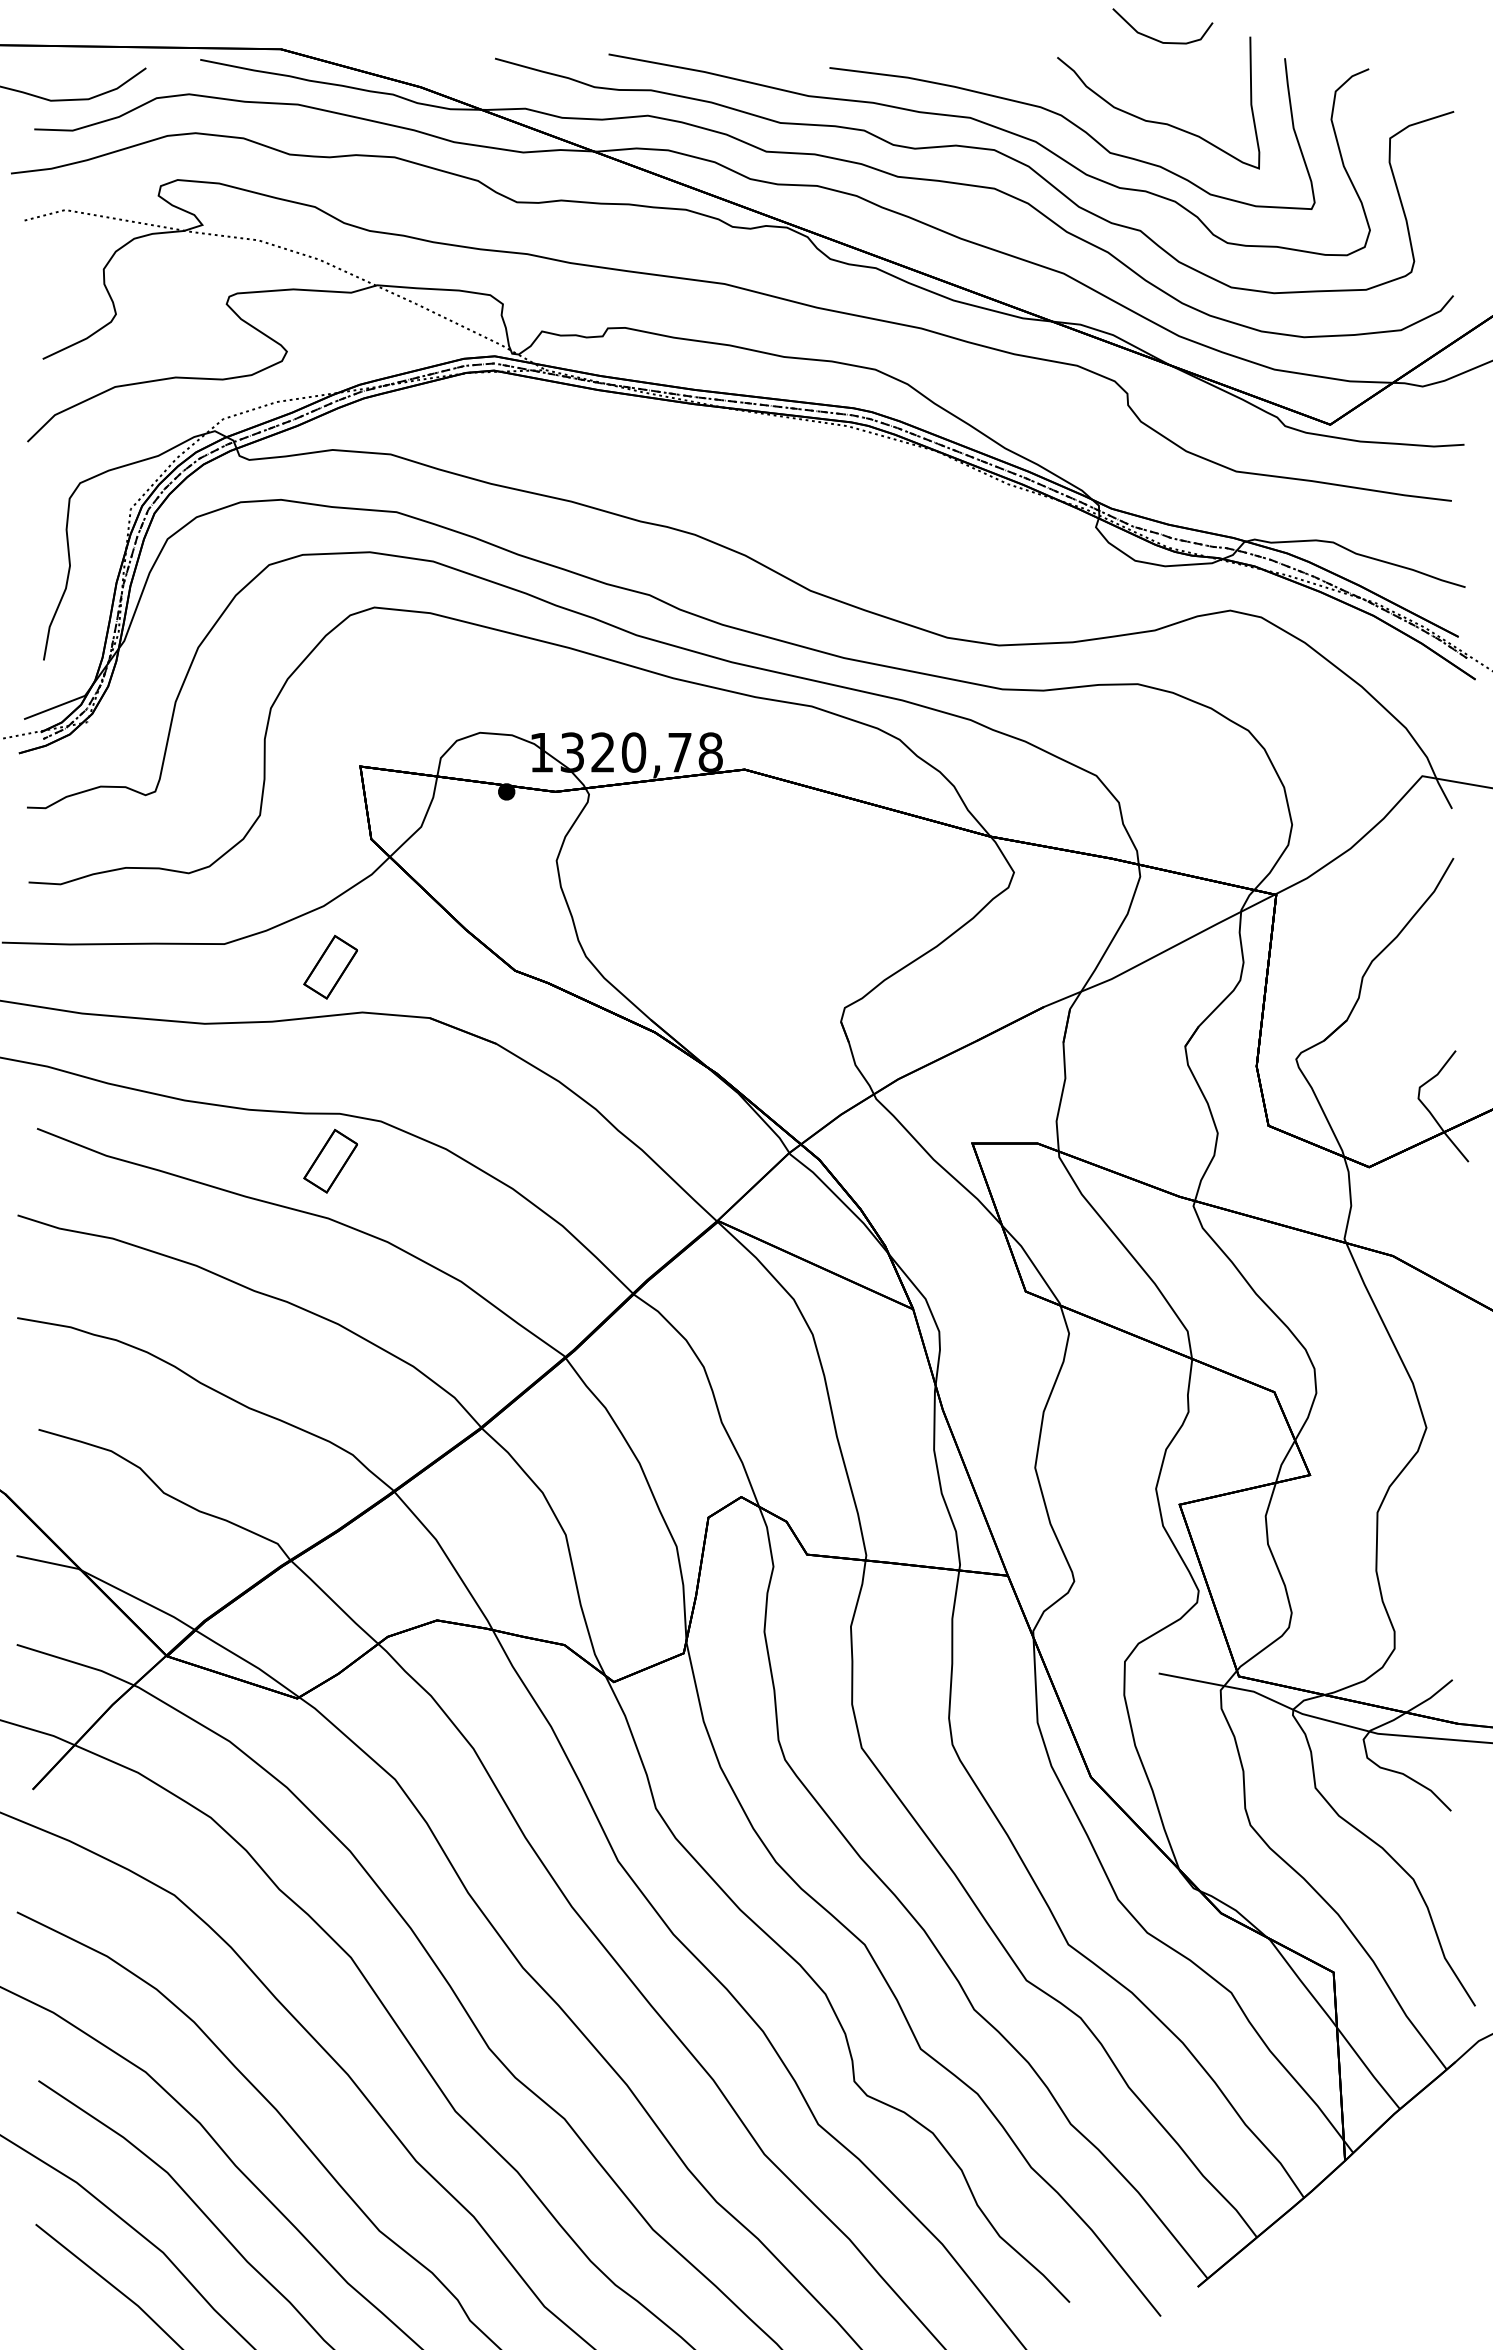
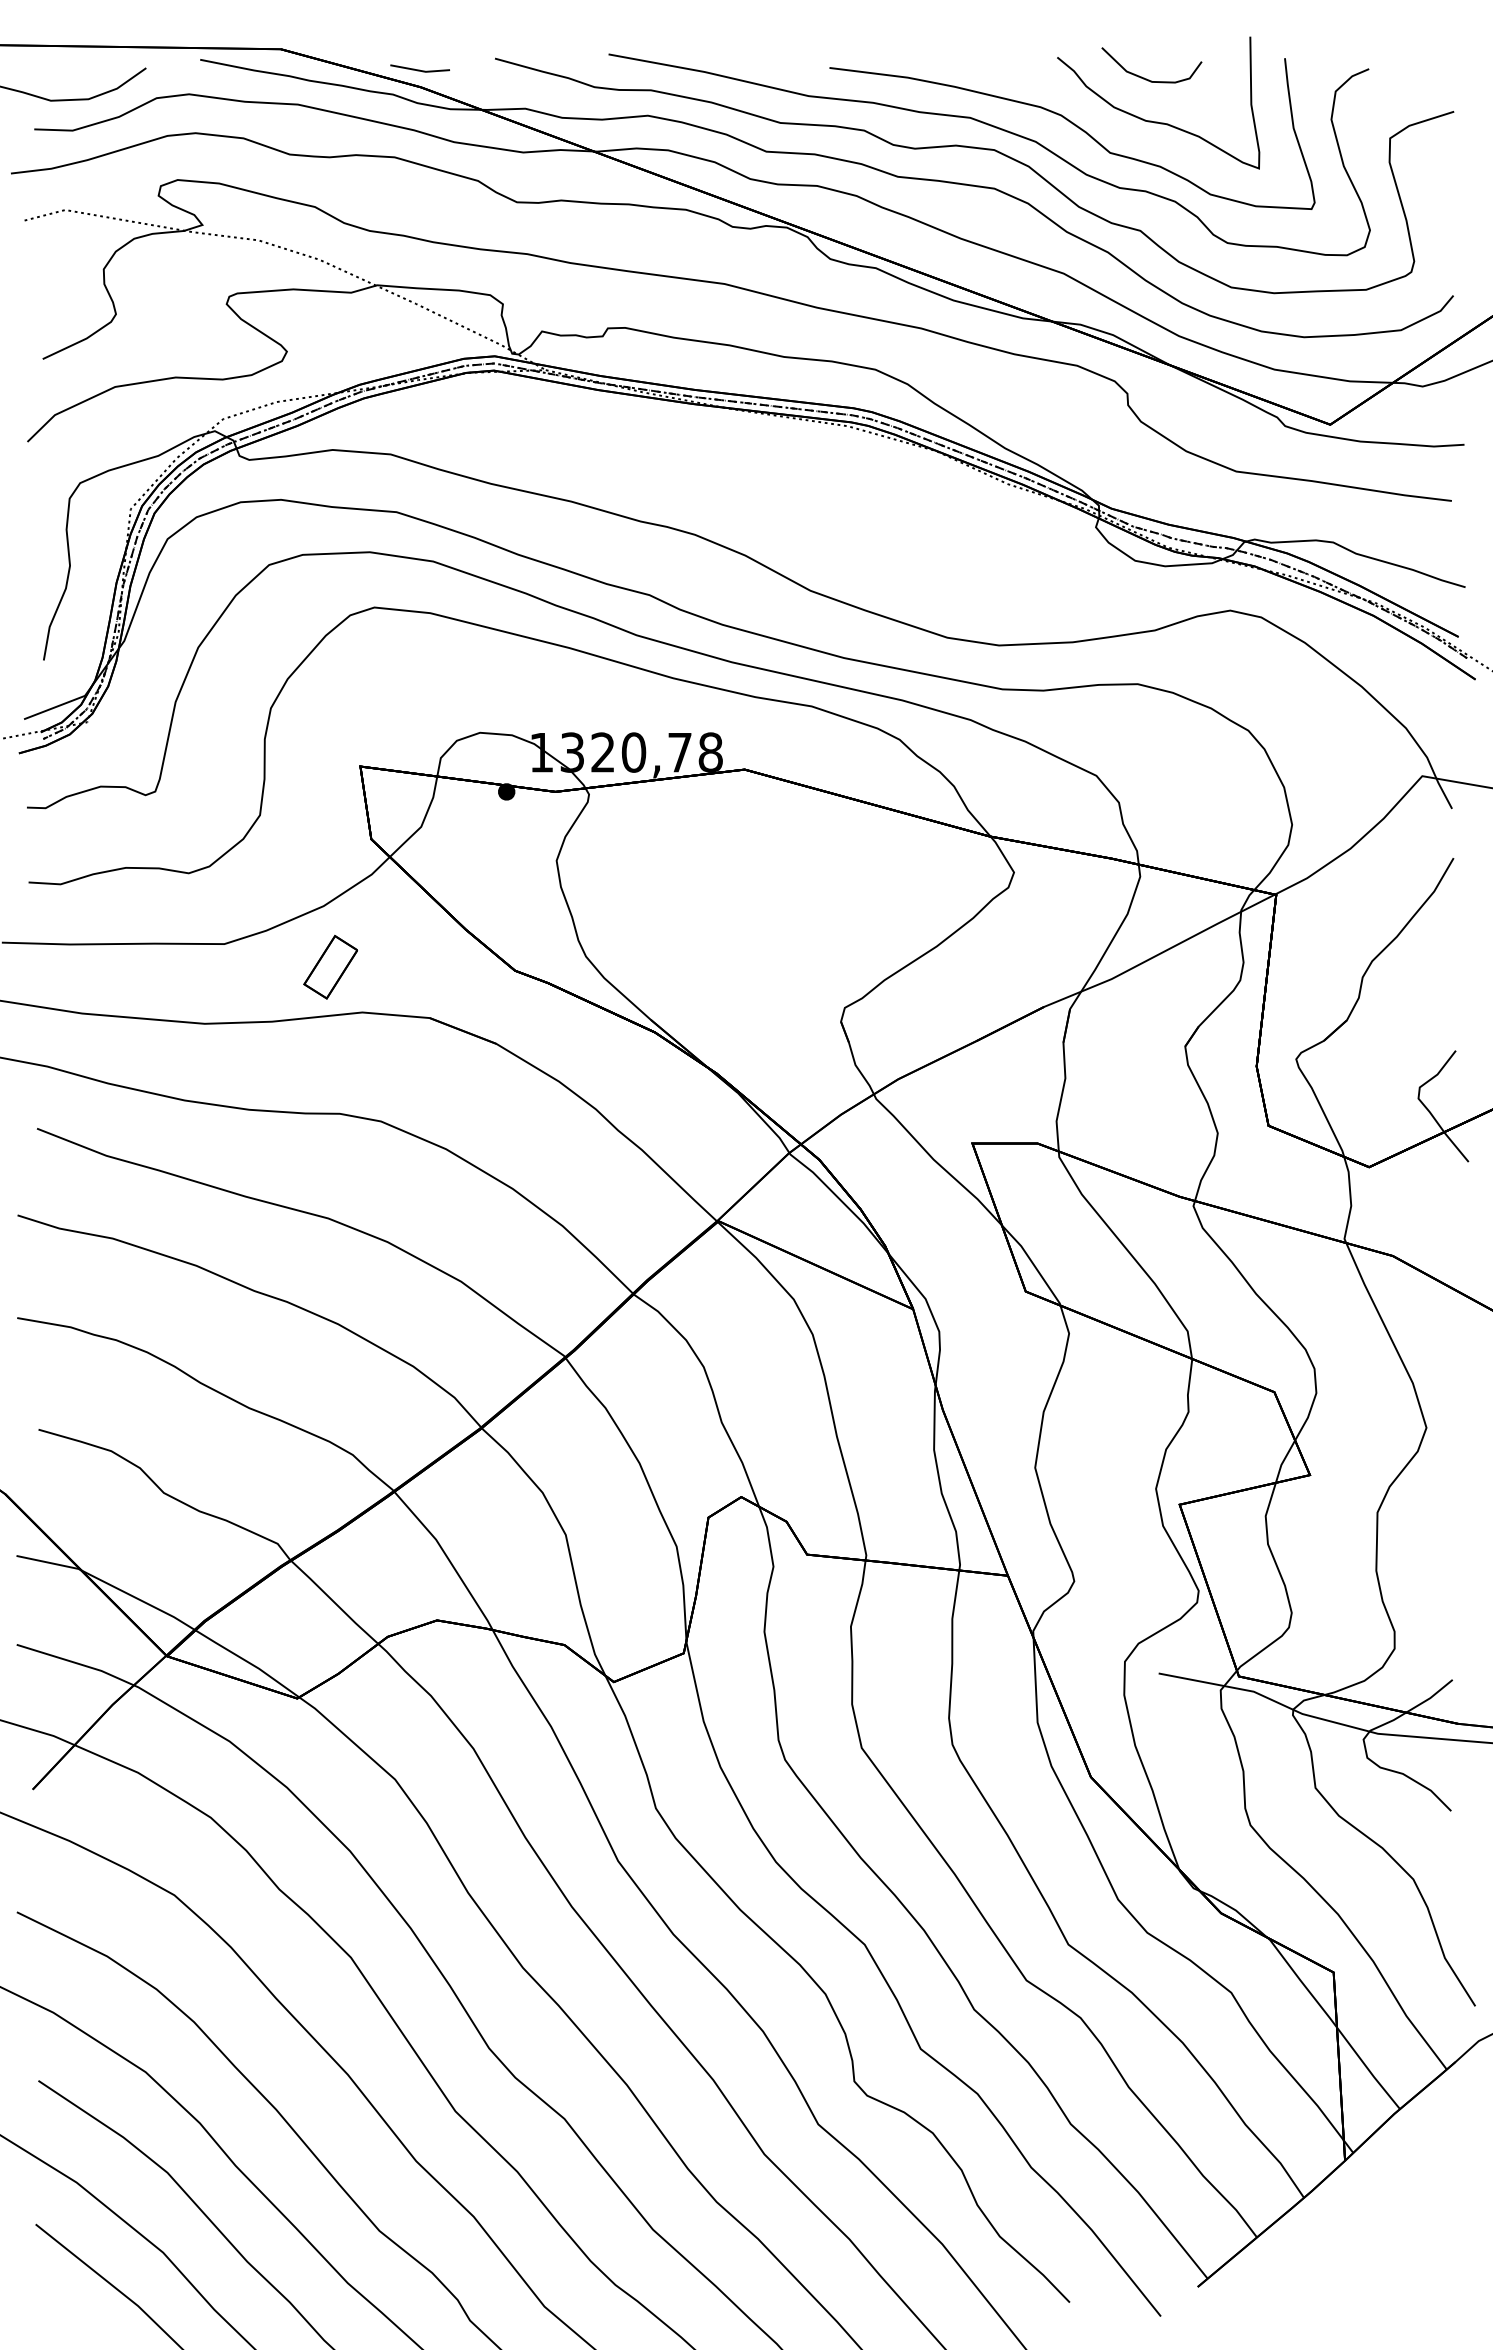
curve at (1155, 38) position: (1155, 38) -> (1144, 77)
line at (419, 69): none -> present
part at (330, 1160): present -> none
